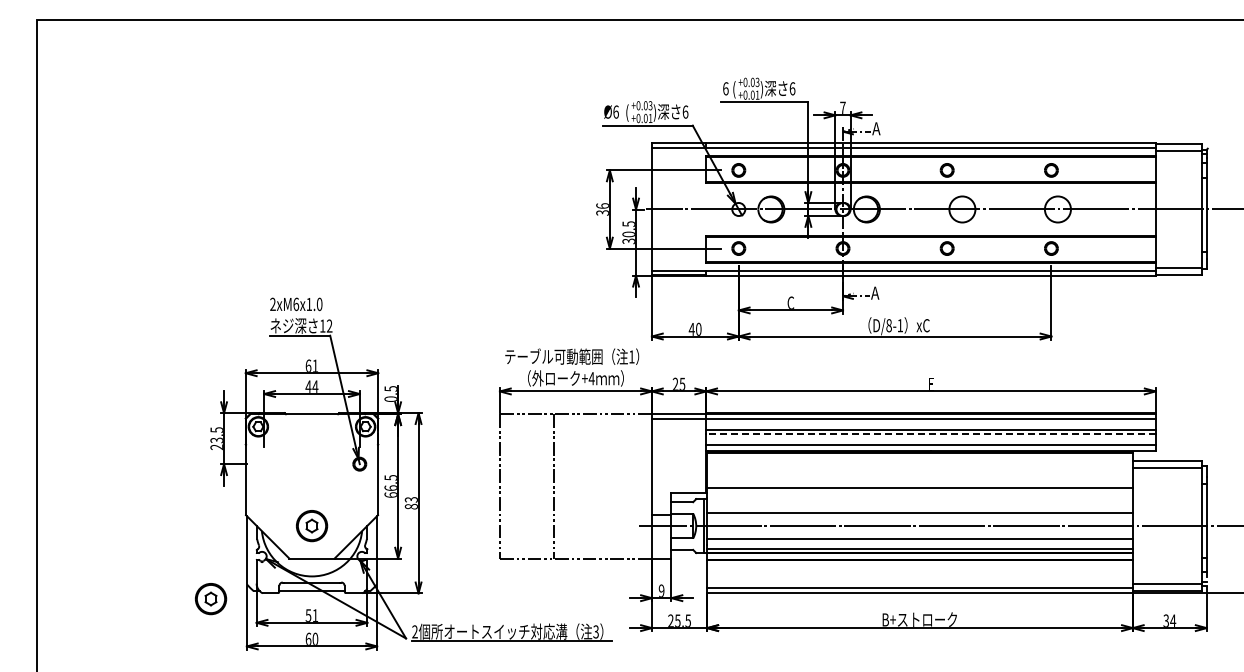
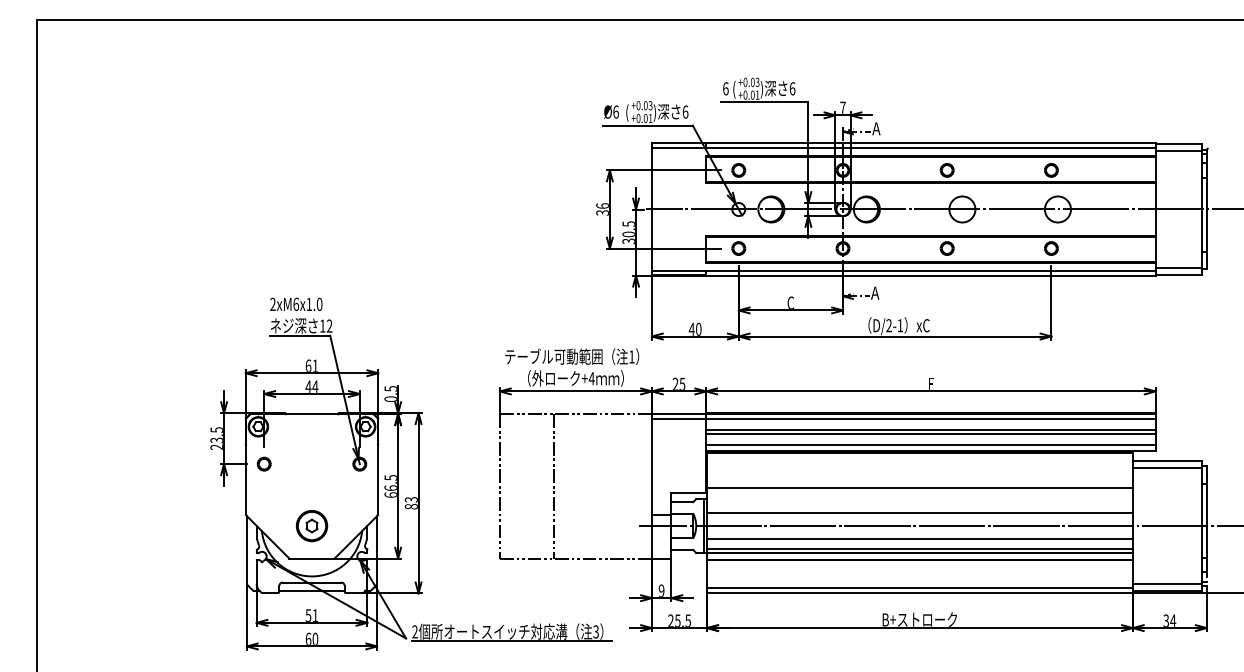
text at (888, 325): D/8-1 -> D/2-1
line at (930, 434): dashed -> solid
part at (263, 463): none -> present
part at (211, 599): present -> none
